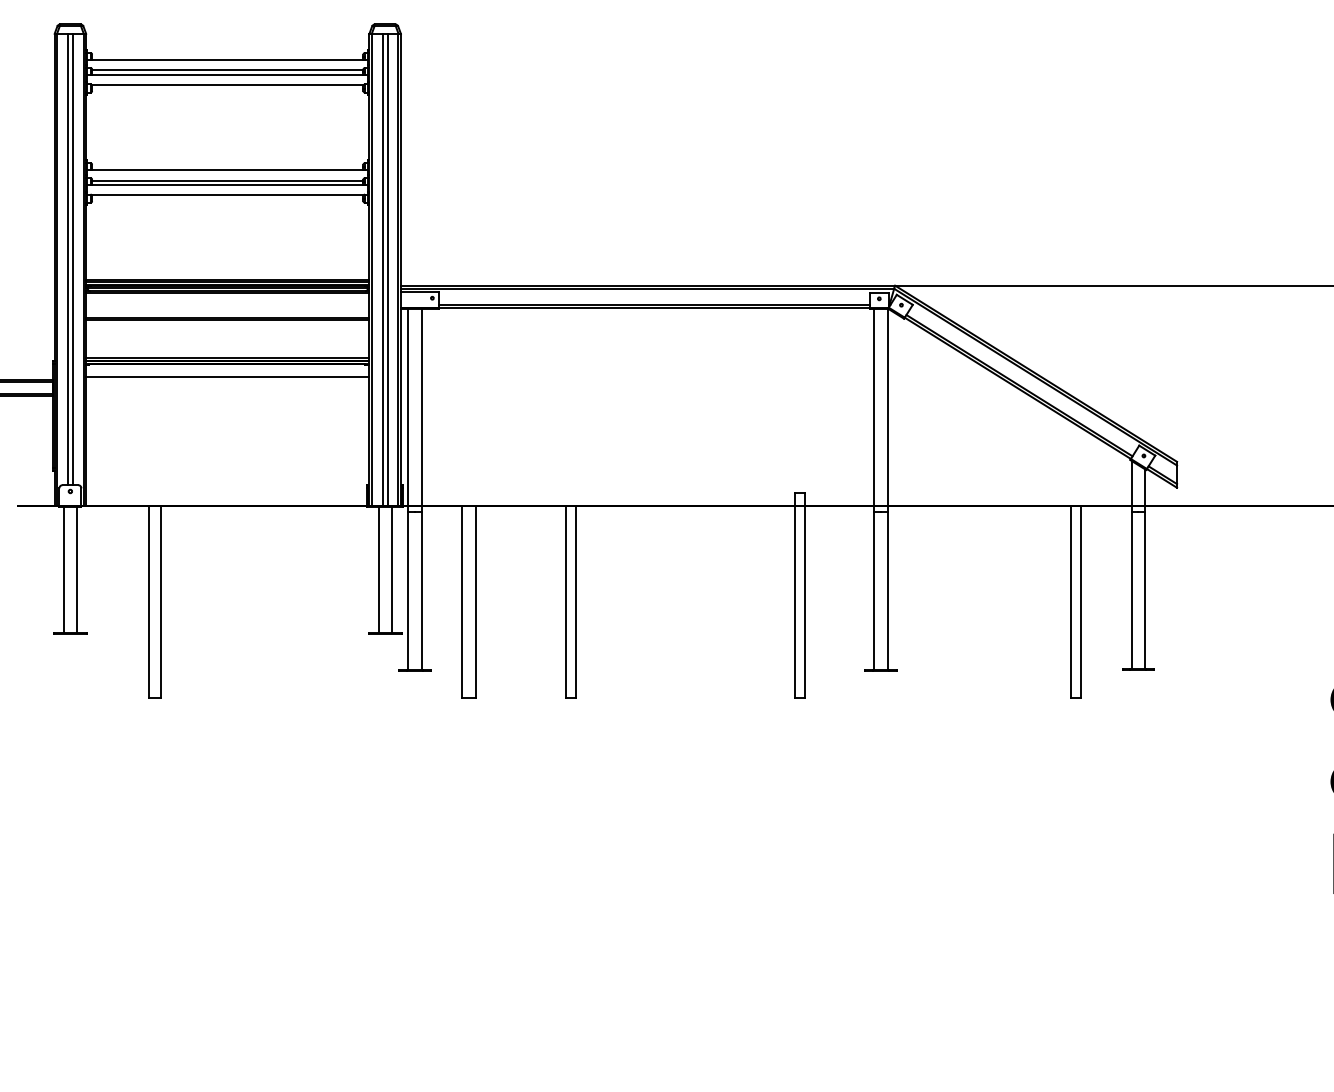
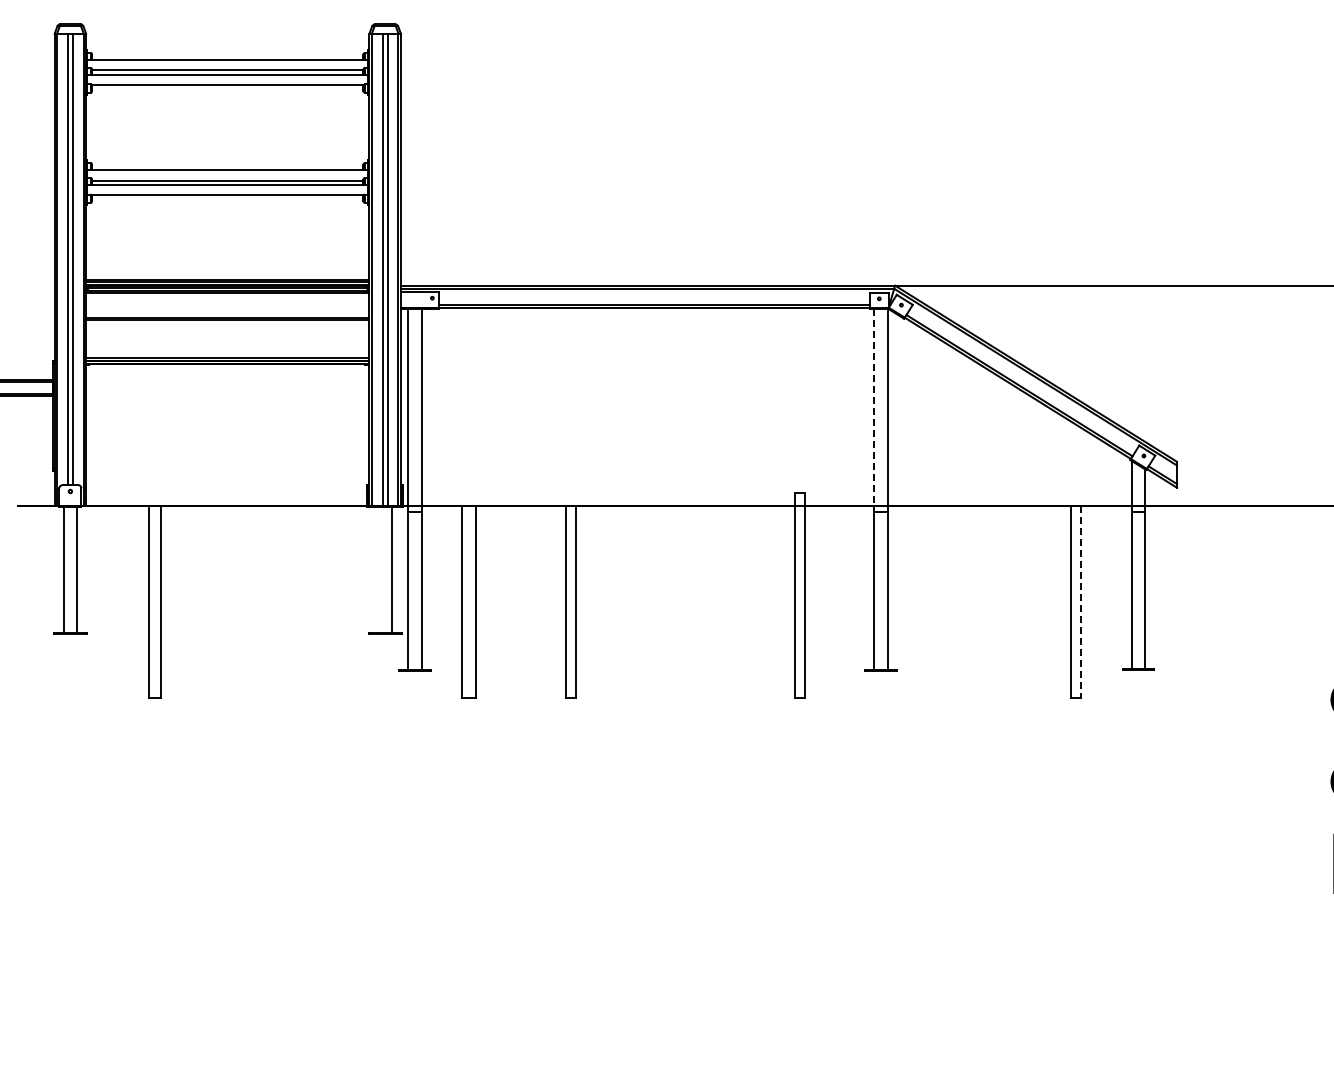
line at (227, 376): present -> none
line at (874, 407): solid -> dashed
line at (378, 570): present -> none
line at (1081, 601): solid -> dashed
